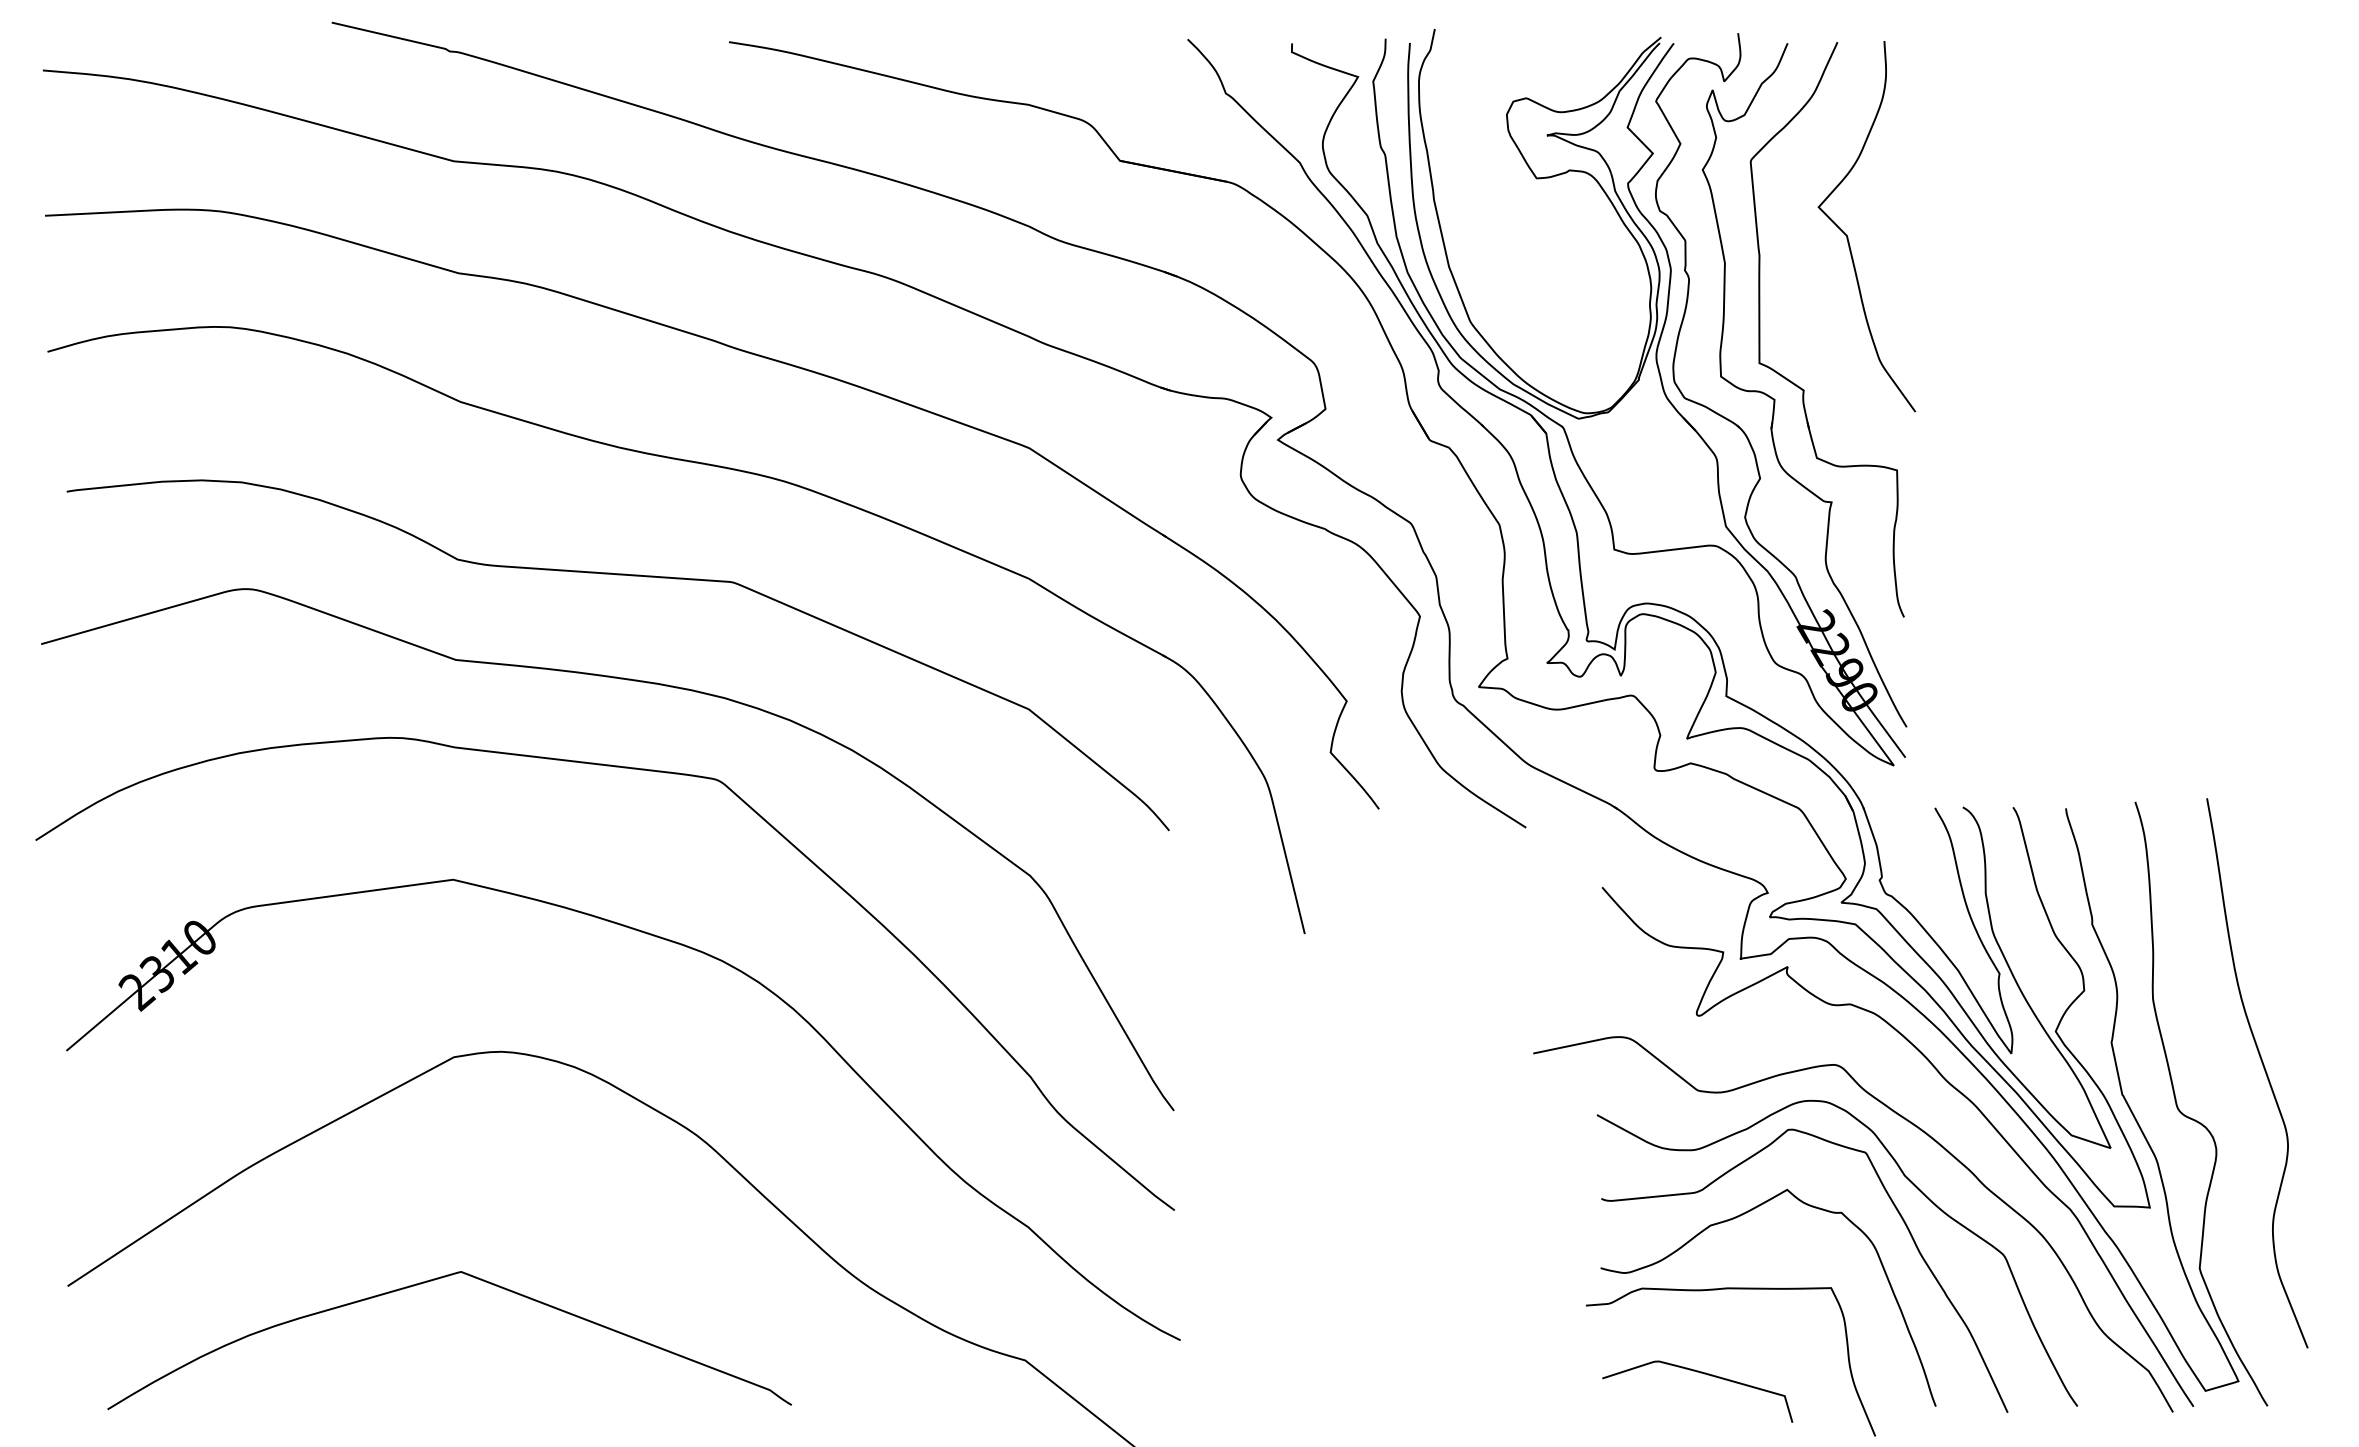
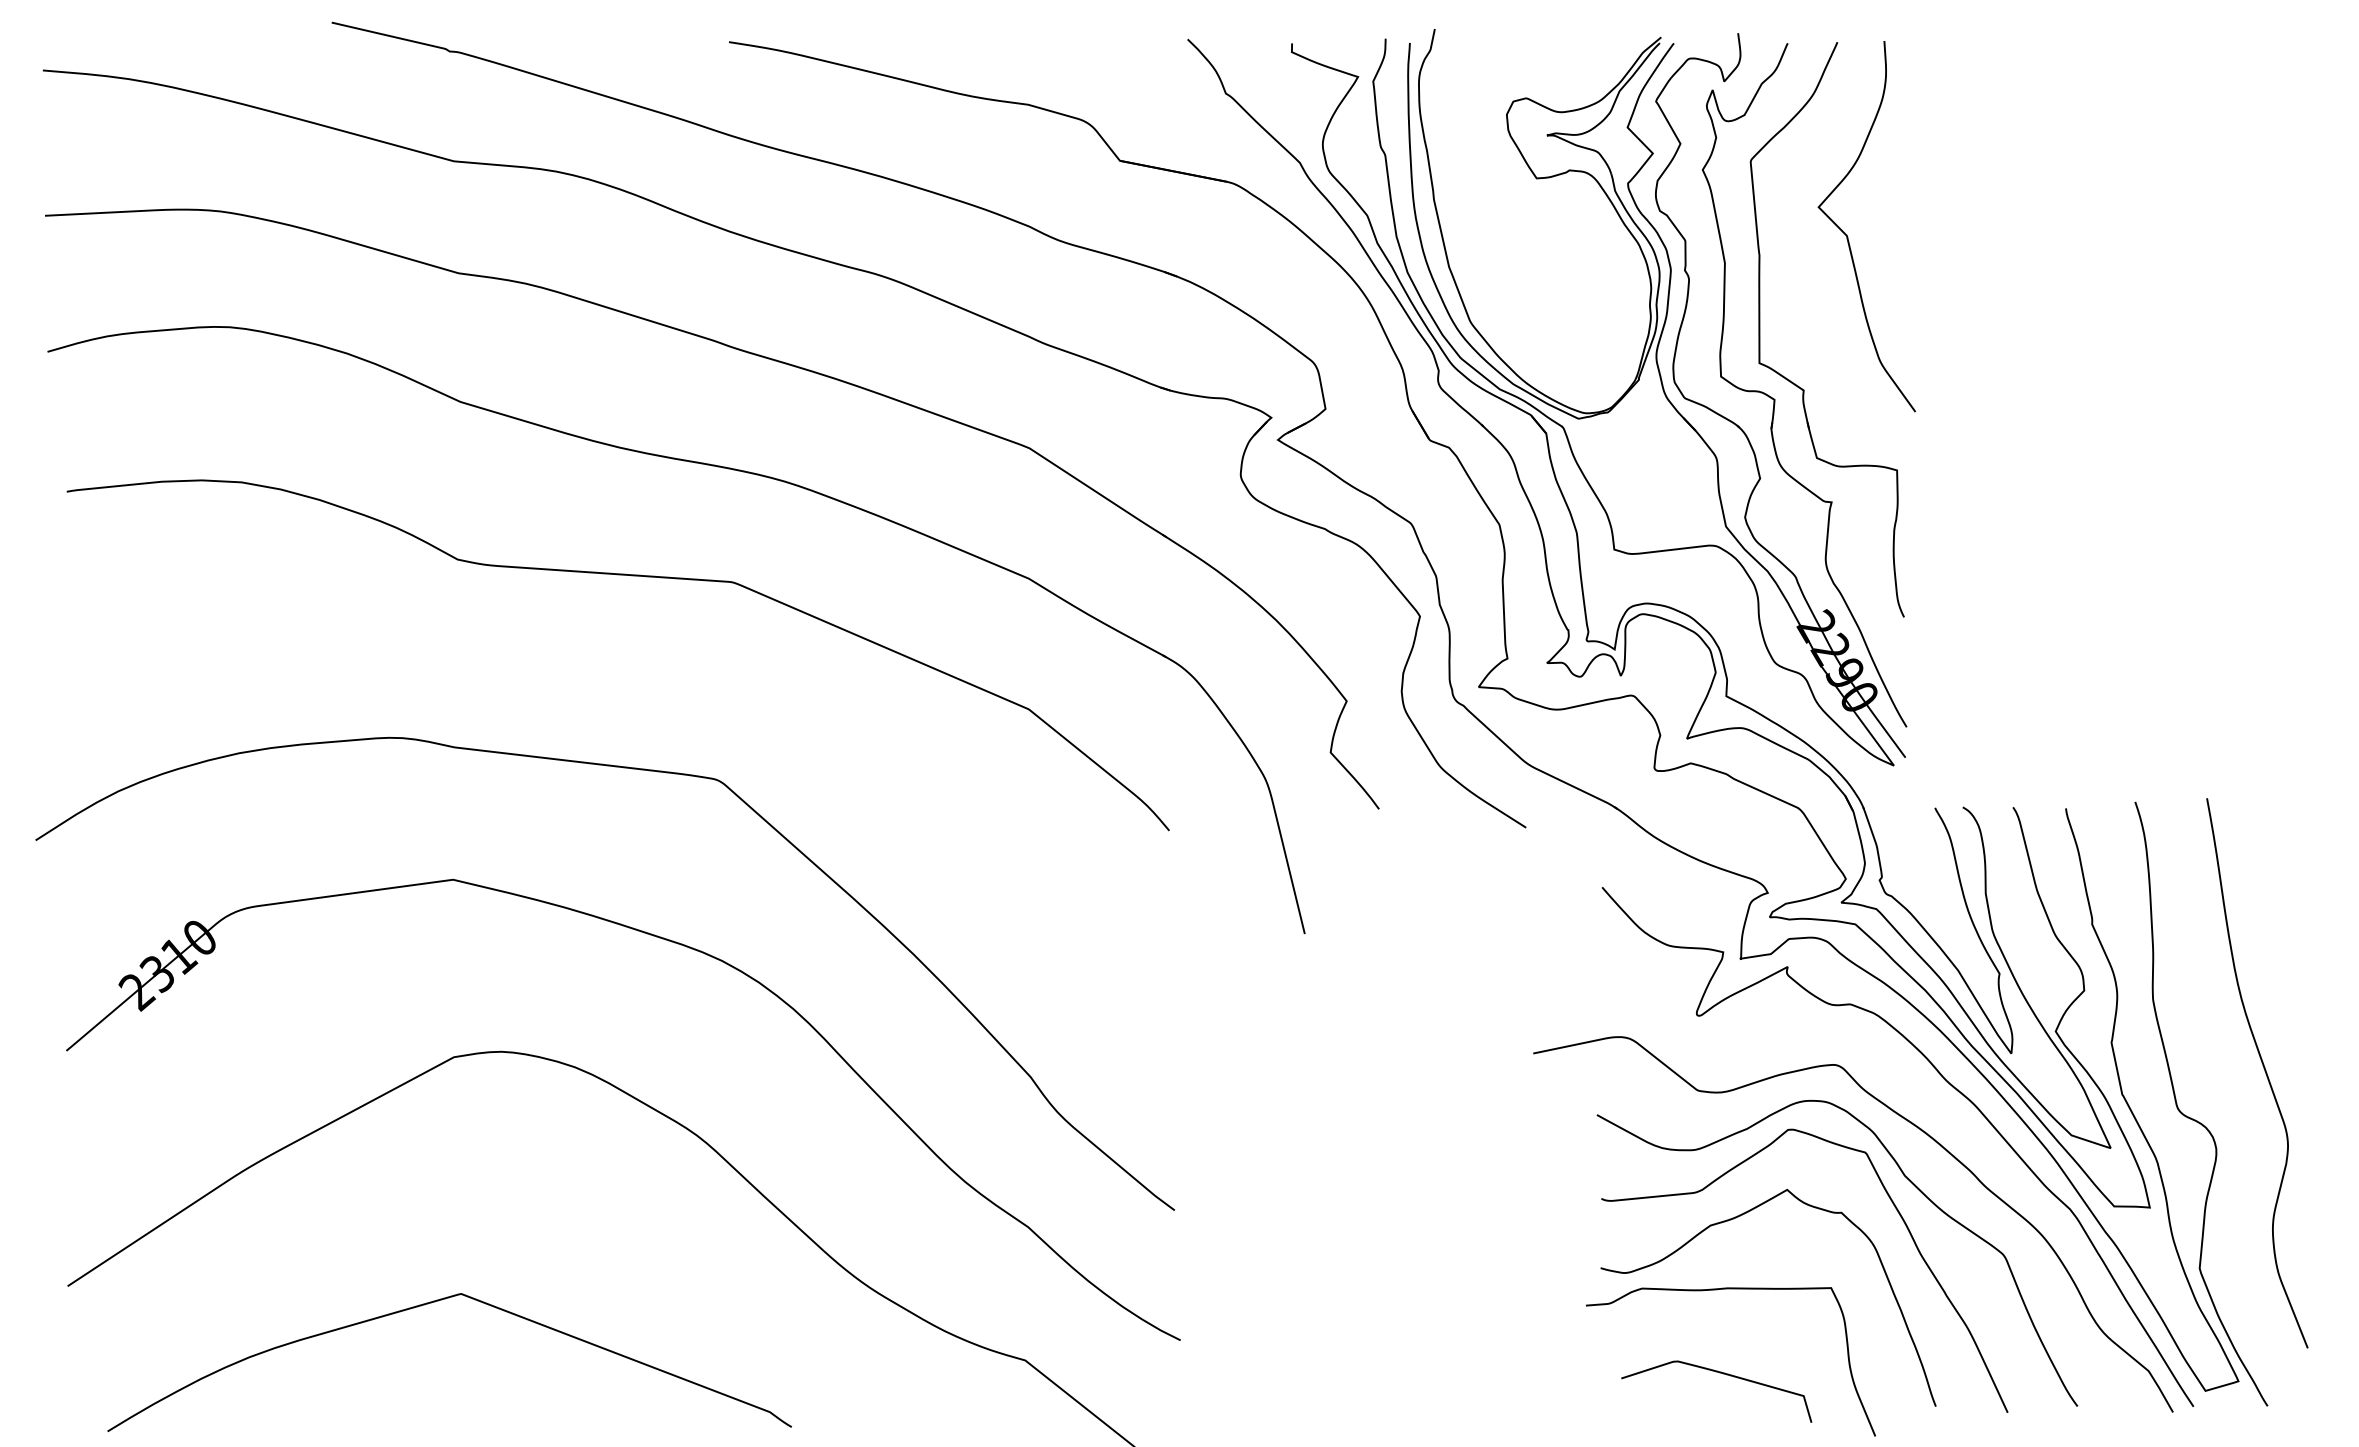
curve at (633, 681): present -> none
curve at (435, 1280) position: (435, 1280) -> (435, 1302)
curve at (1700, 1373) position: (1700, 1373) -> (1719, 1373)
